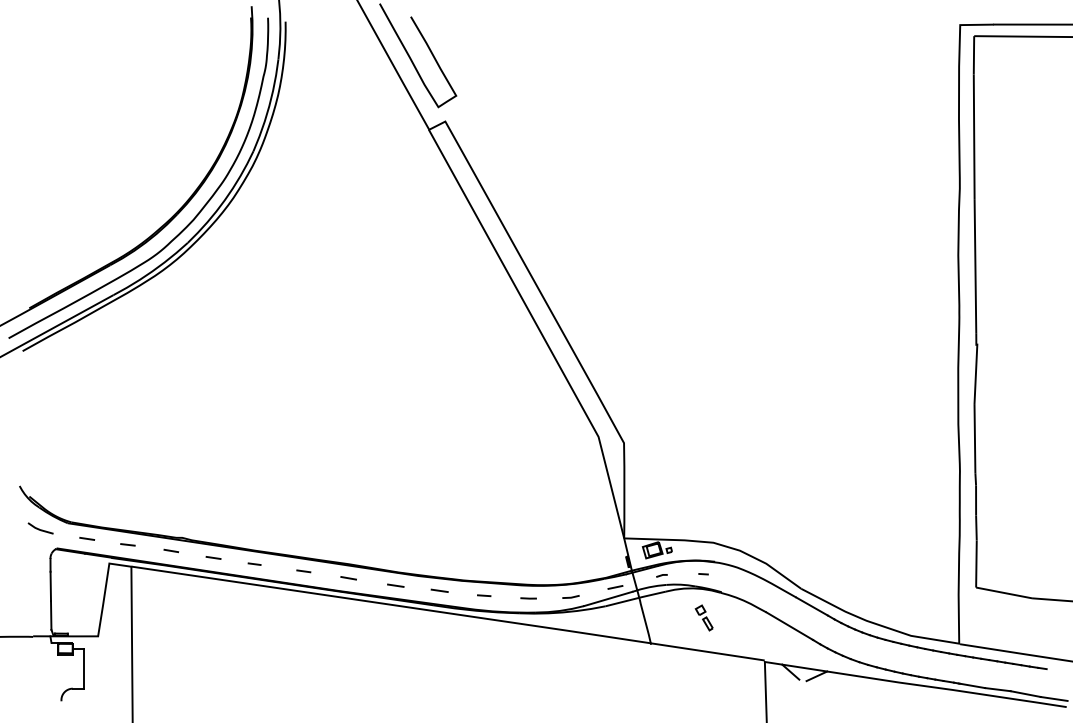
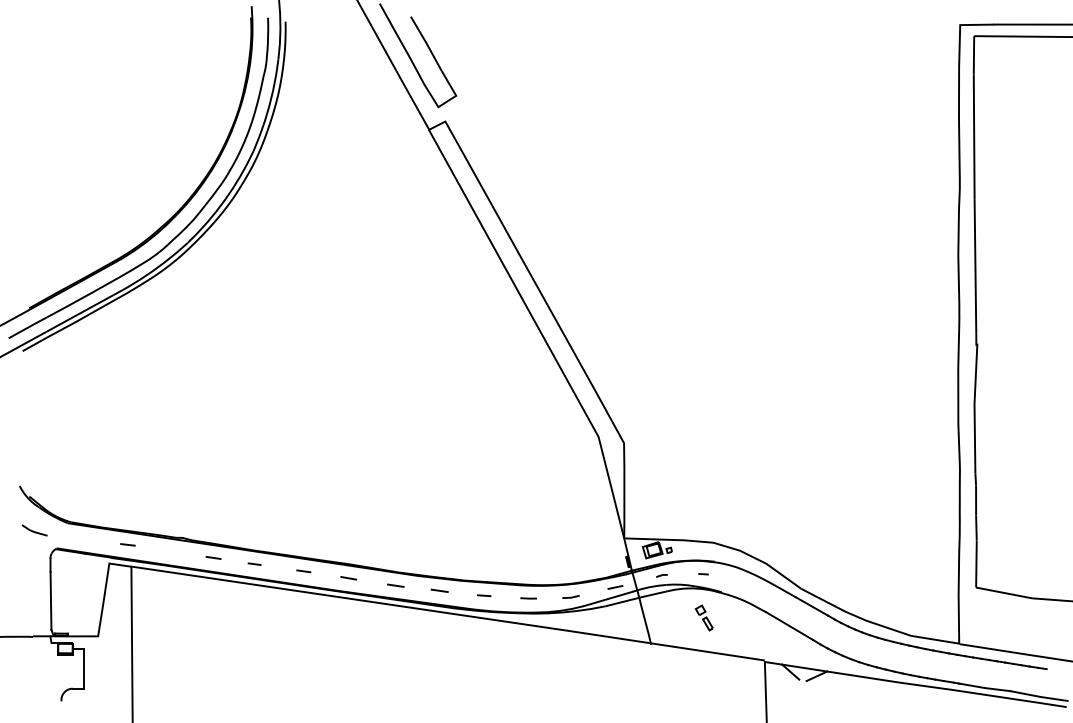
line at (39, 528) position: (39, 528) -> (33, 530)
line at (87, 538): present -> none
line at (171, 550): present -> none
